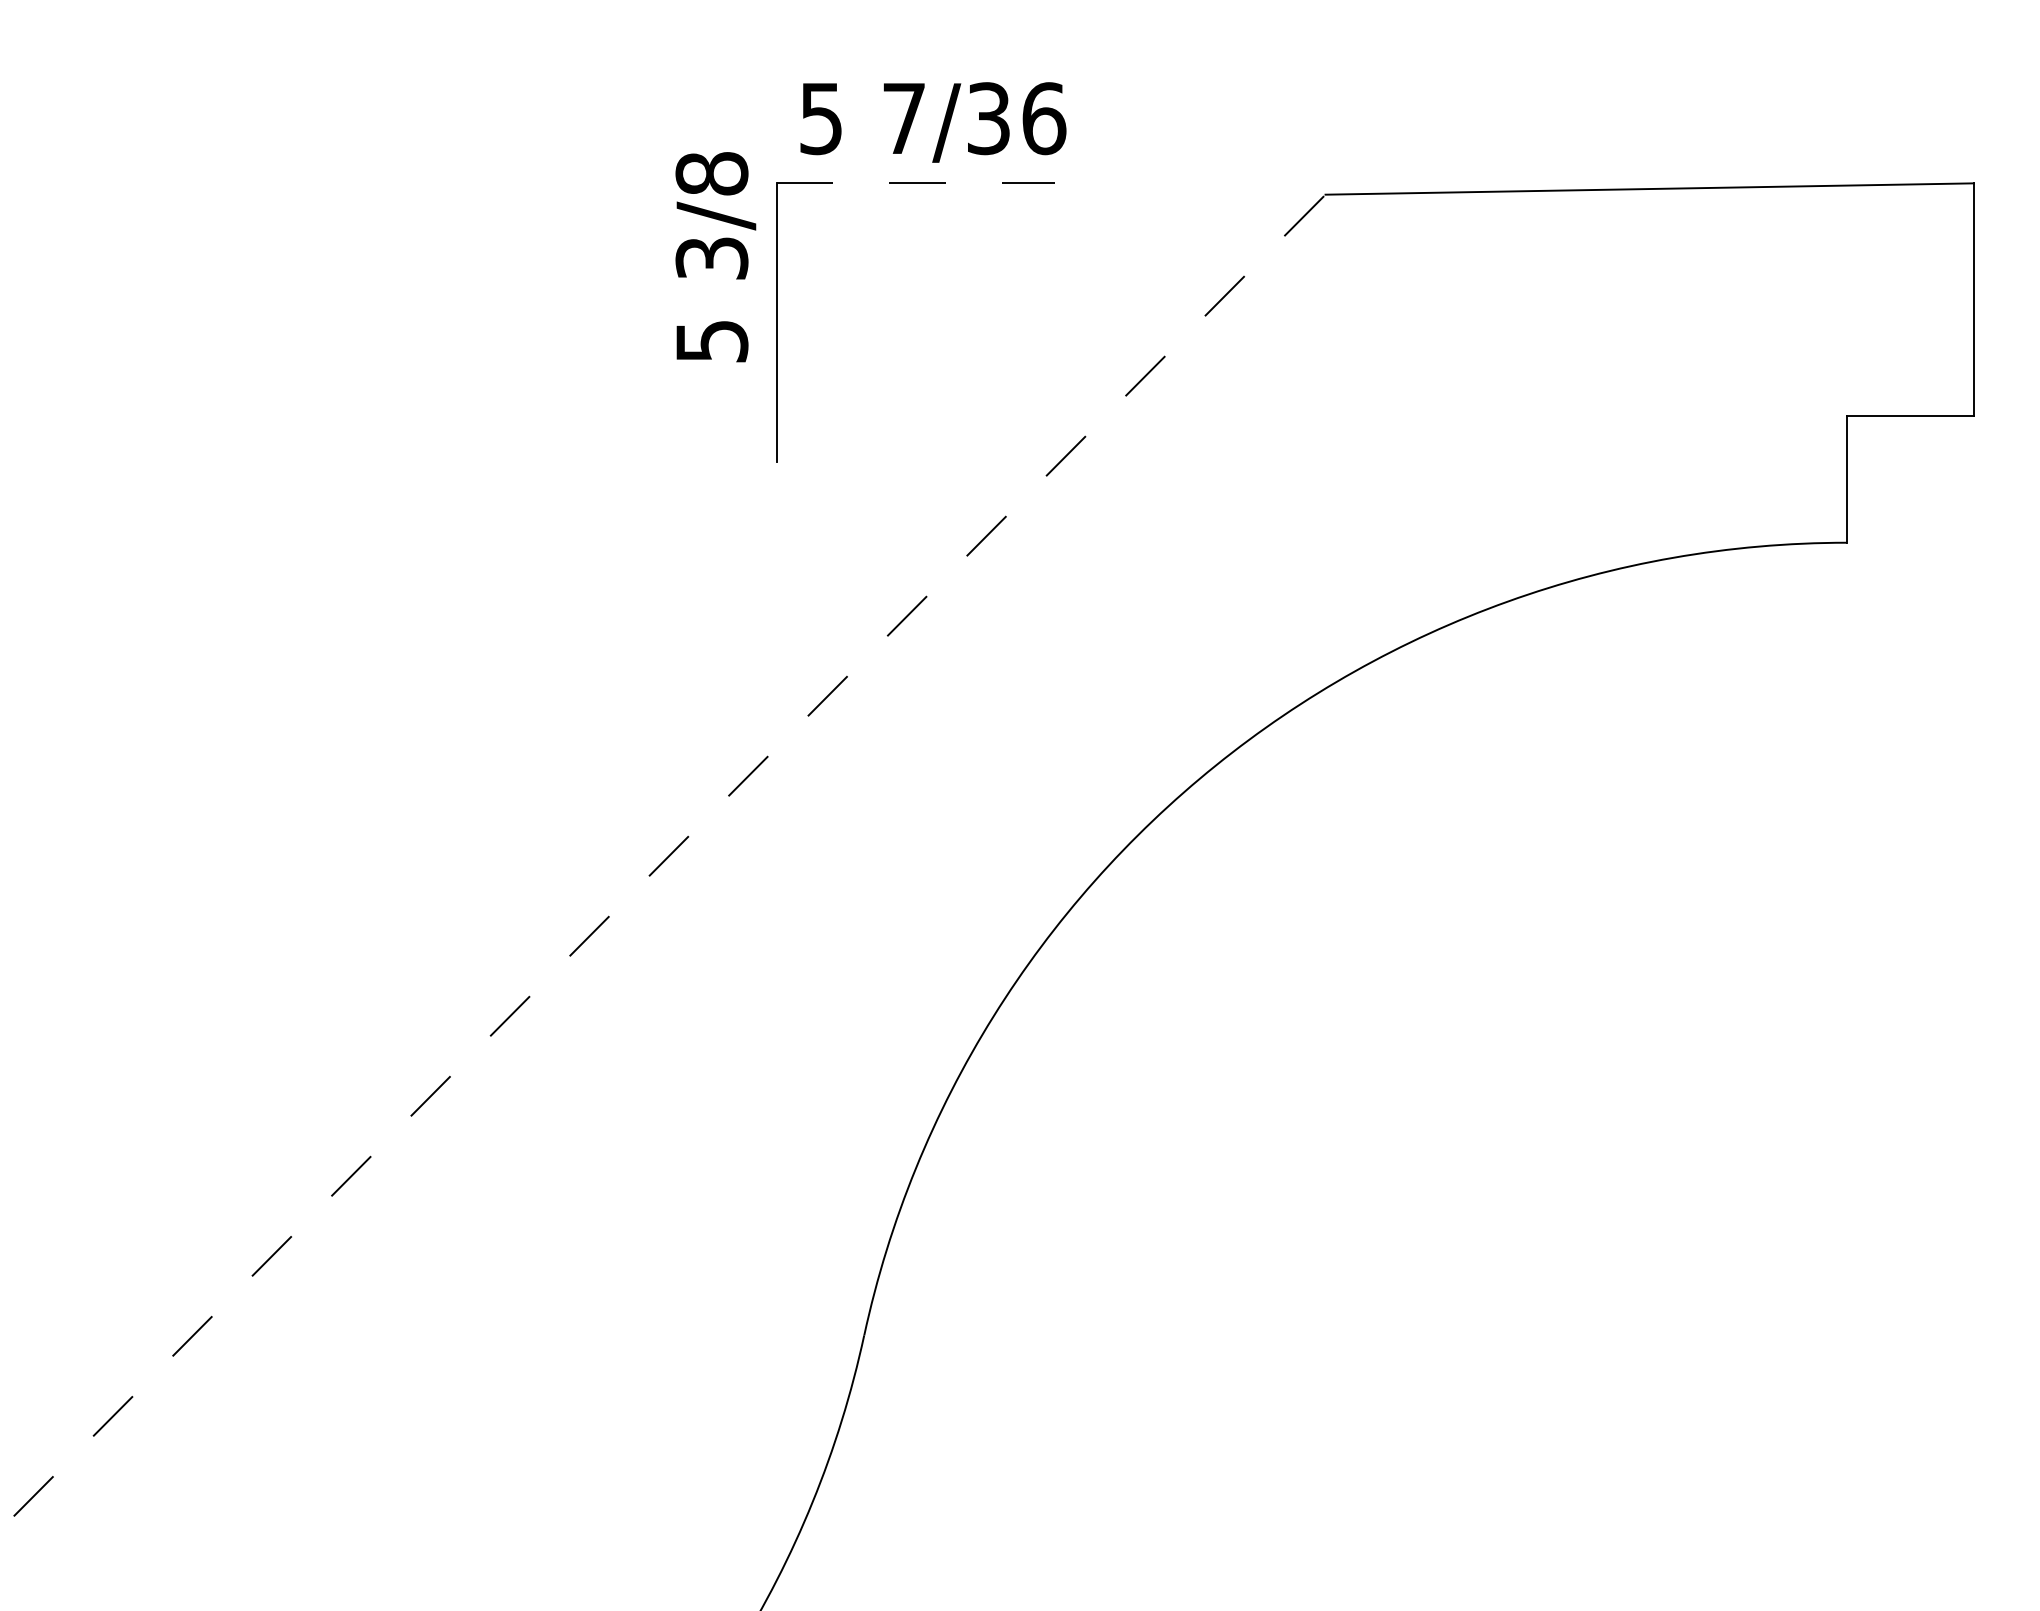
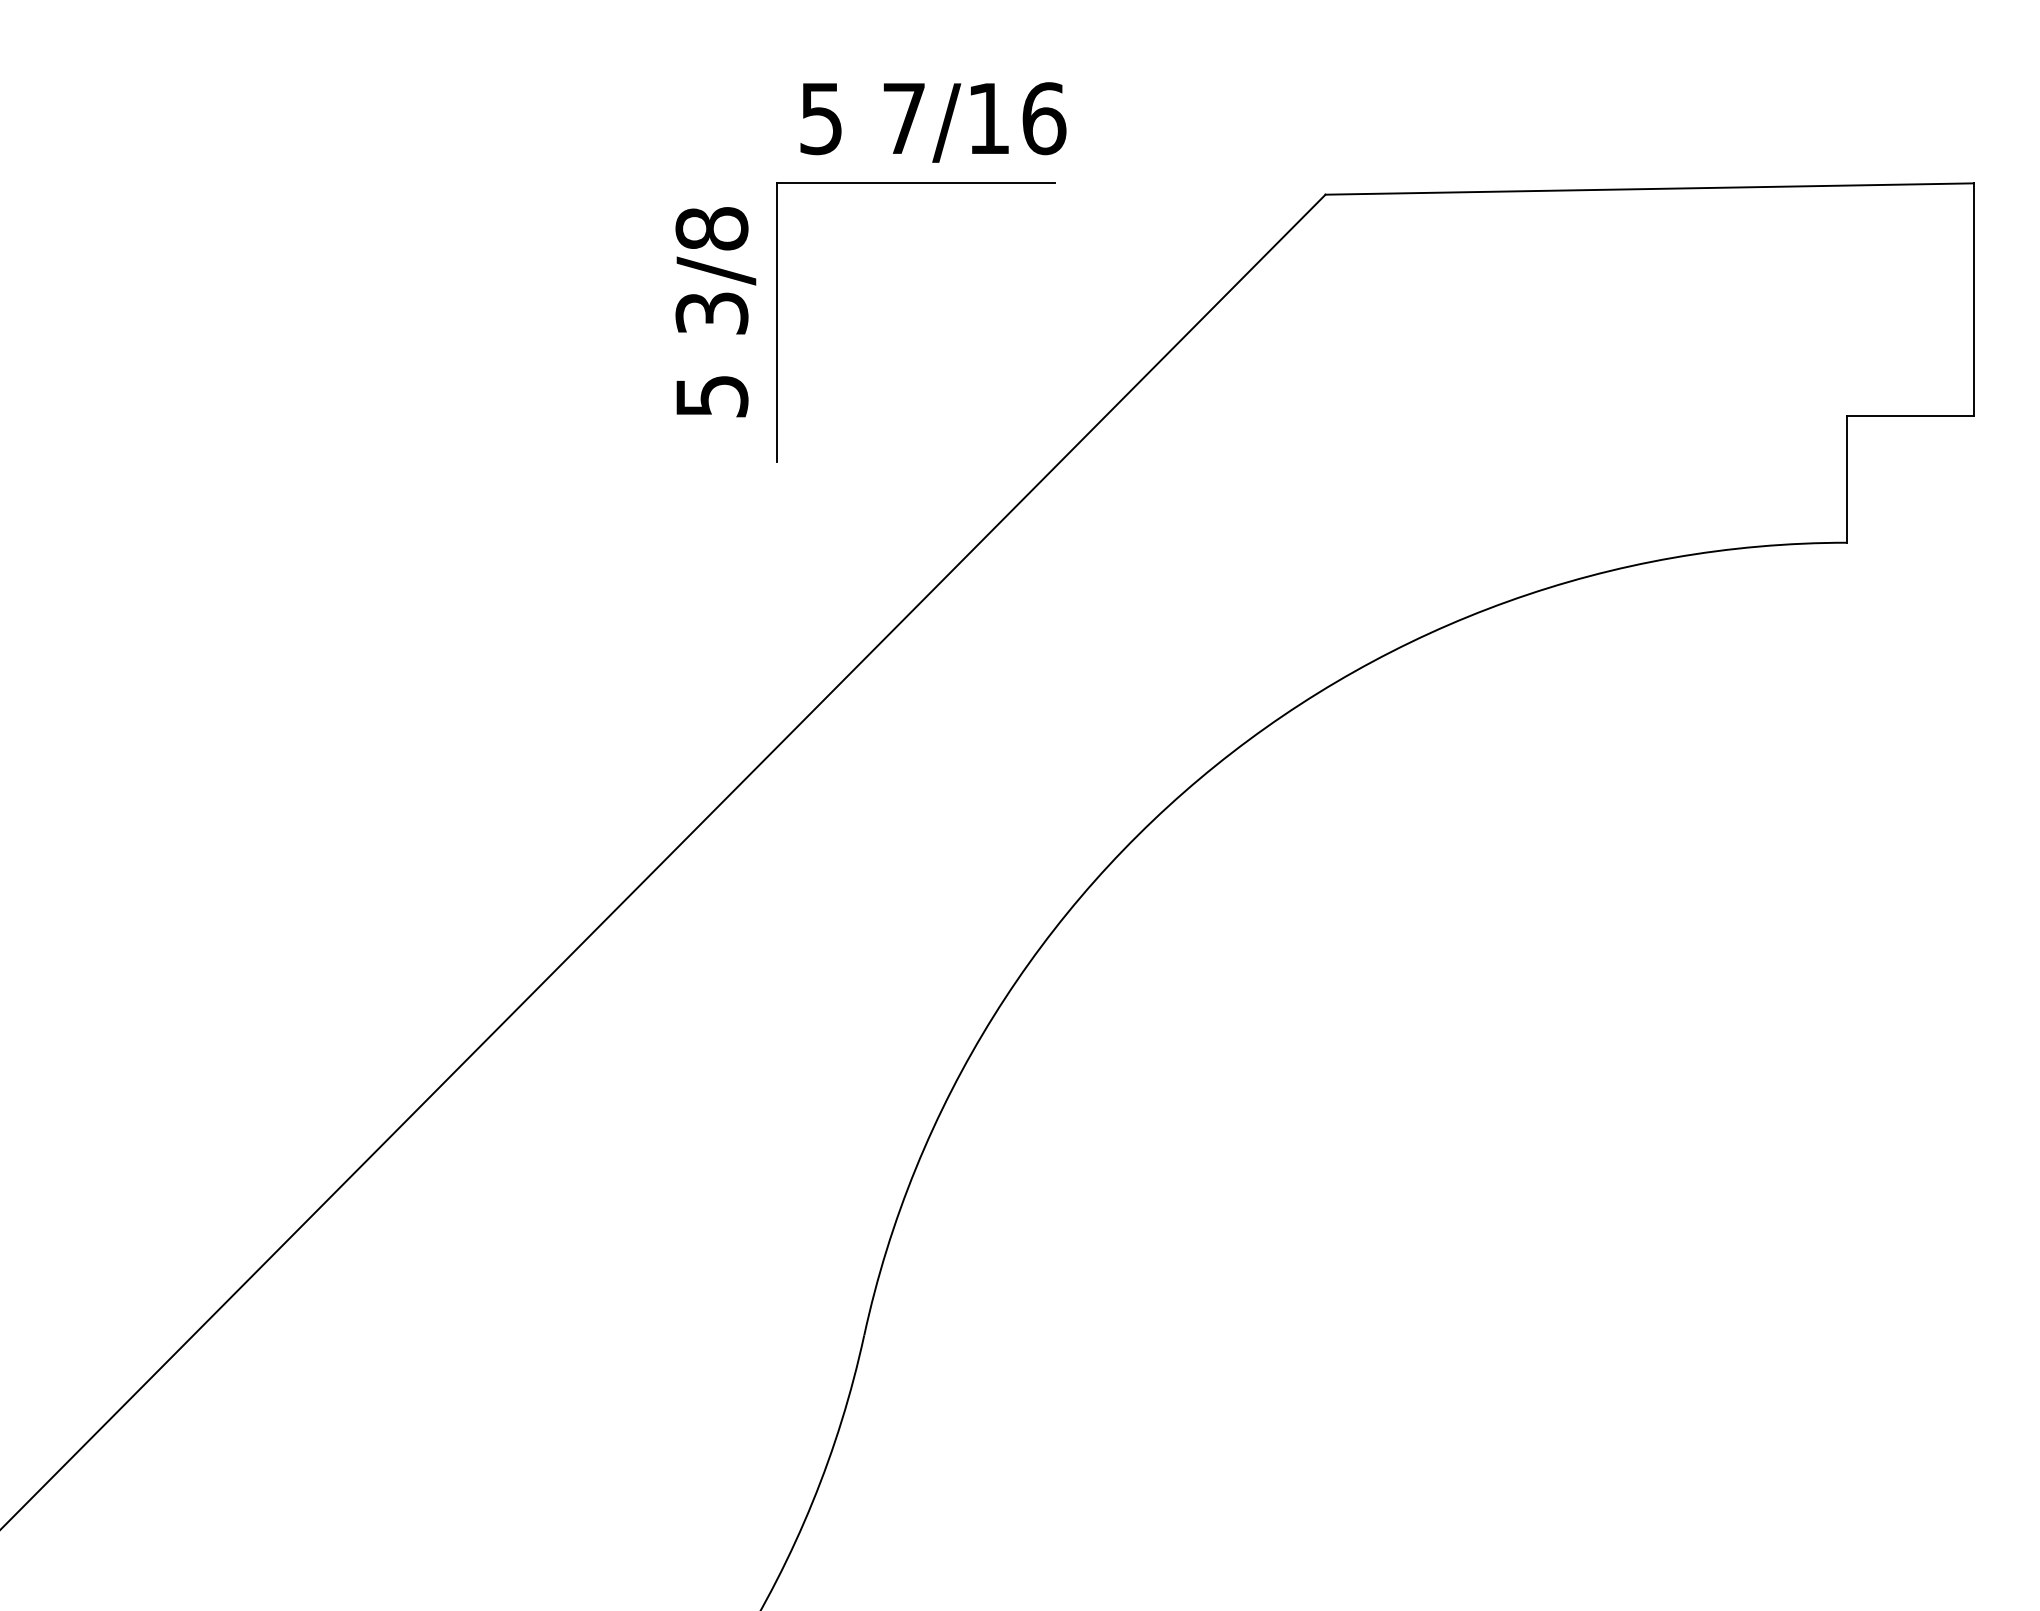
text at (988, 118): 7/36 -> 7/16
line at (916, 183): dashed -> solid
text at (715, 257) position: (715, 257) -> (715, 312)
line at (662, 862): dashed -> solid
